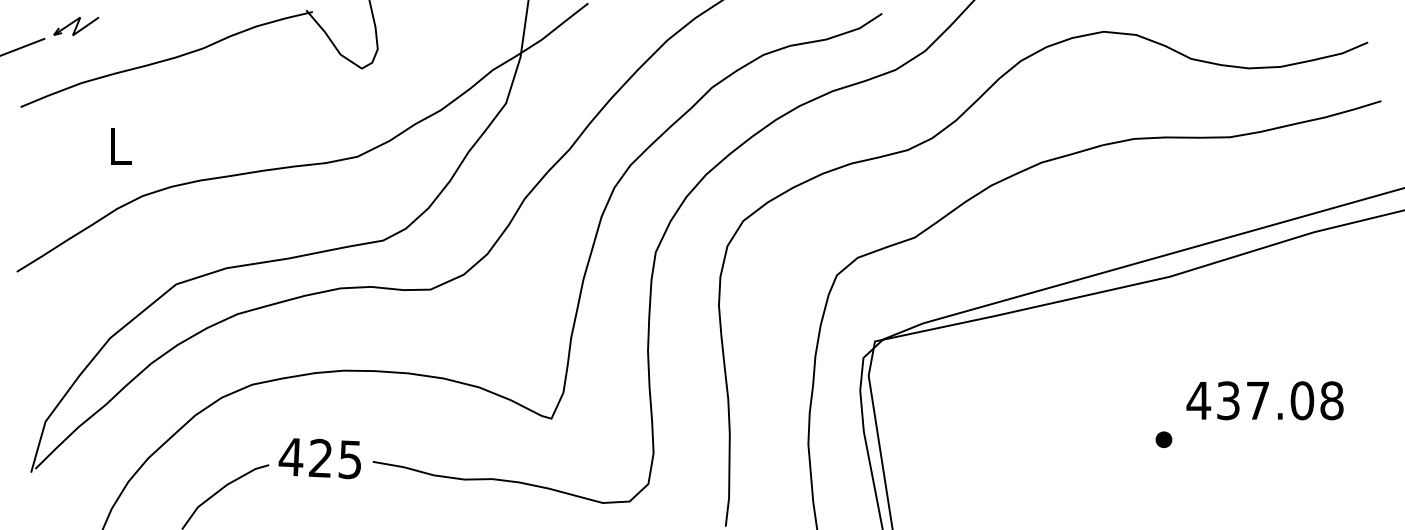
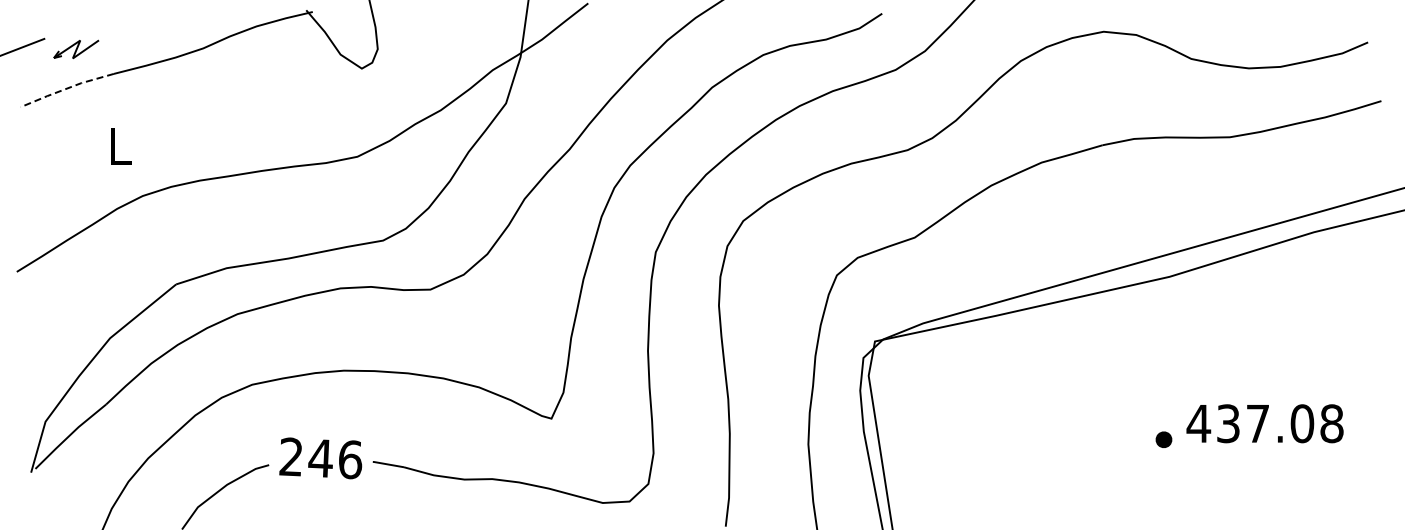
part at (76, 26) position: (76, 26) -> (76, 49)
line at (66, 88): solid -> dashed
text at (1264, 400) position: (1264, 400) -> (1264, 423)
text at (320, 458): 425 -> 246
